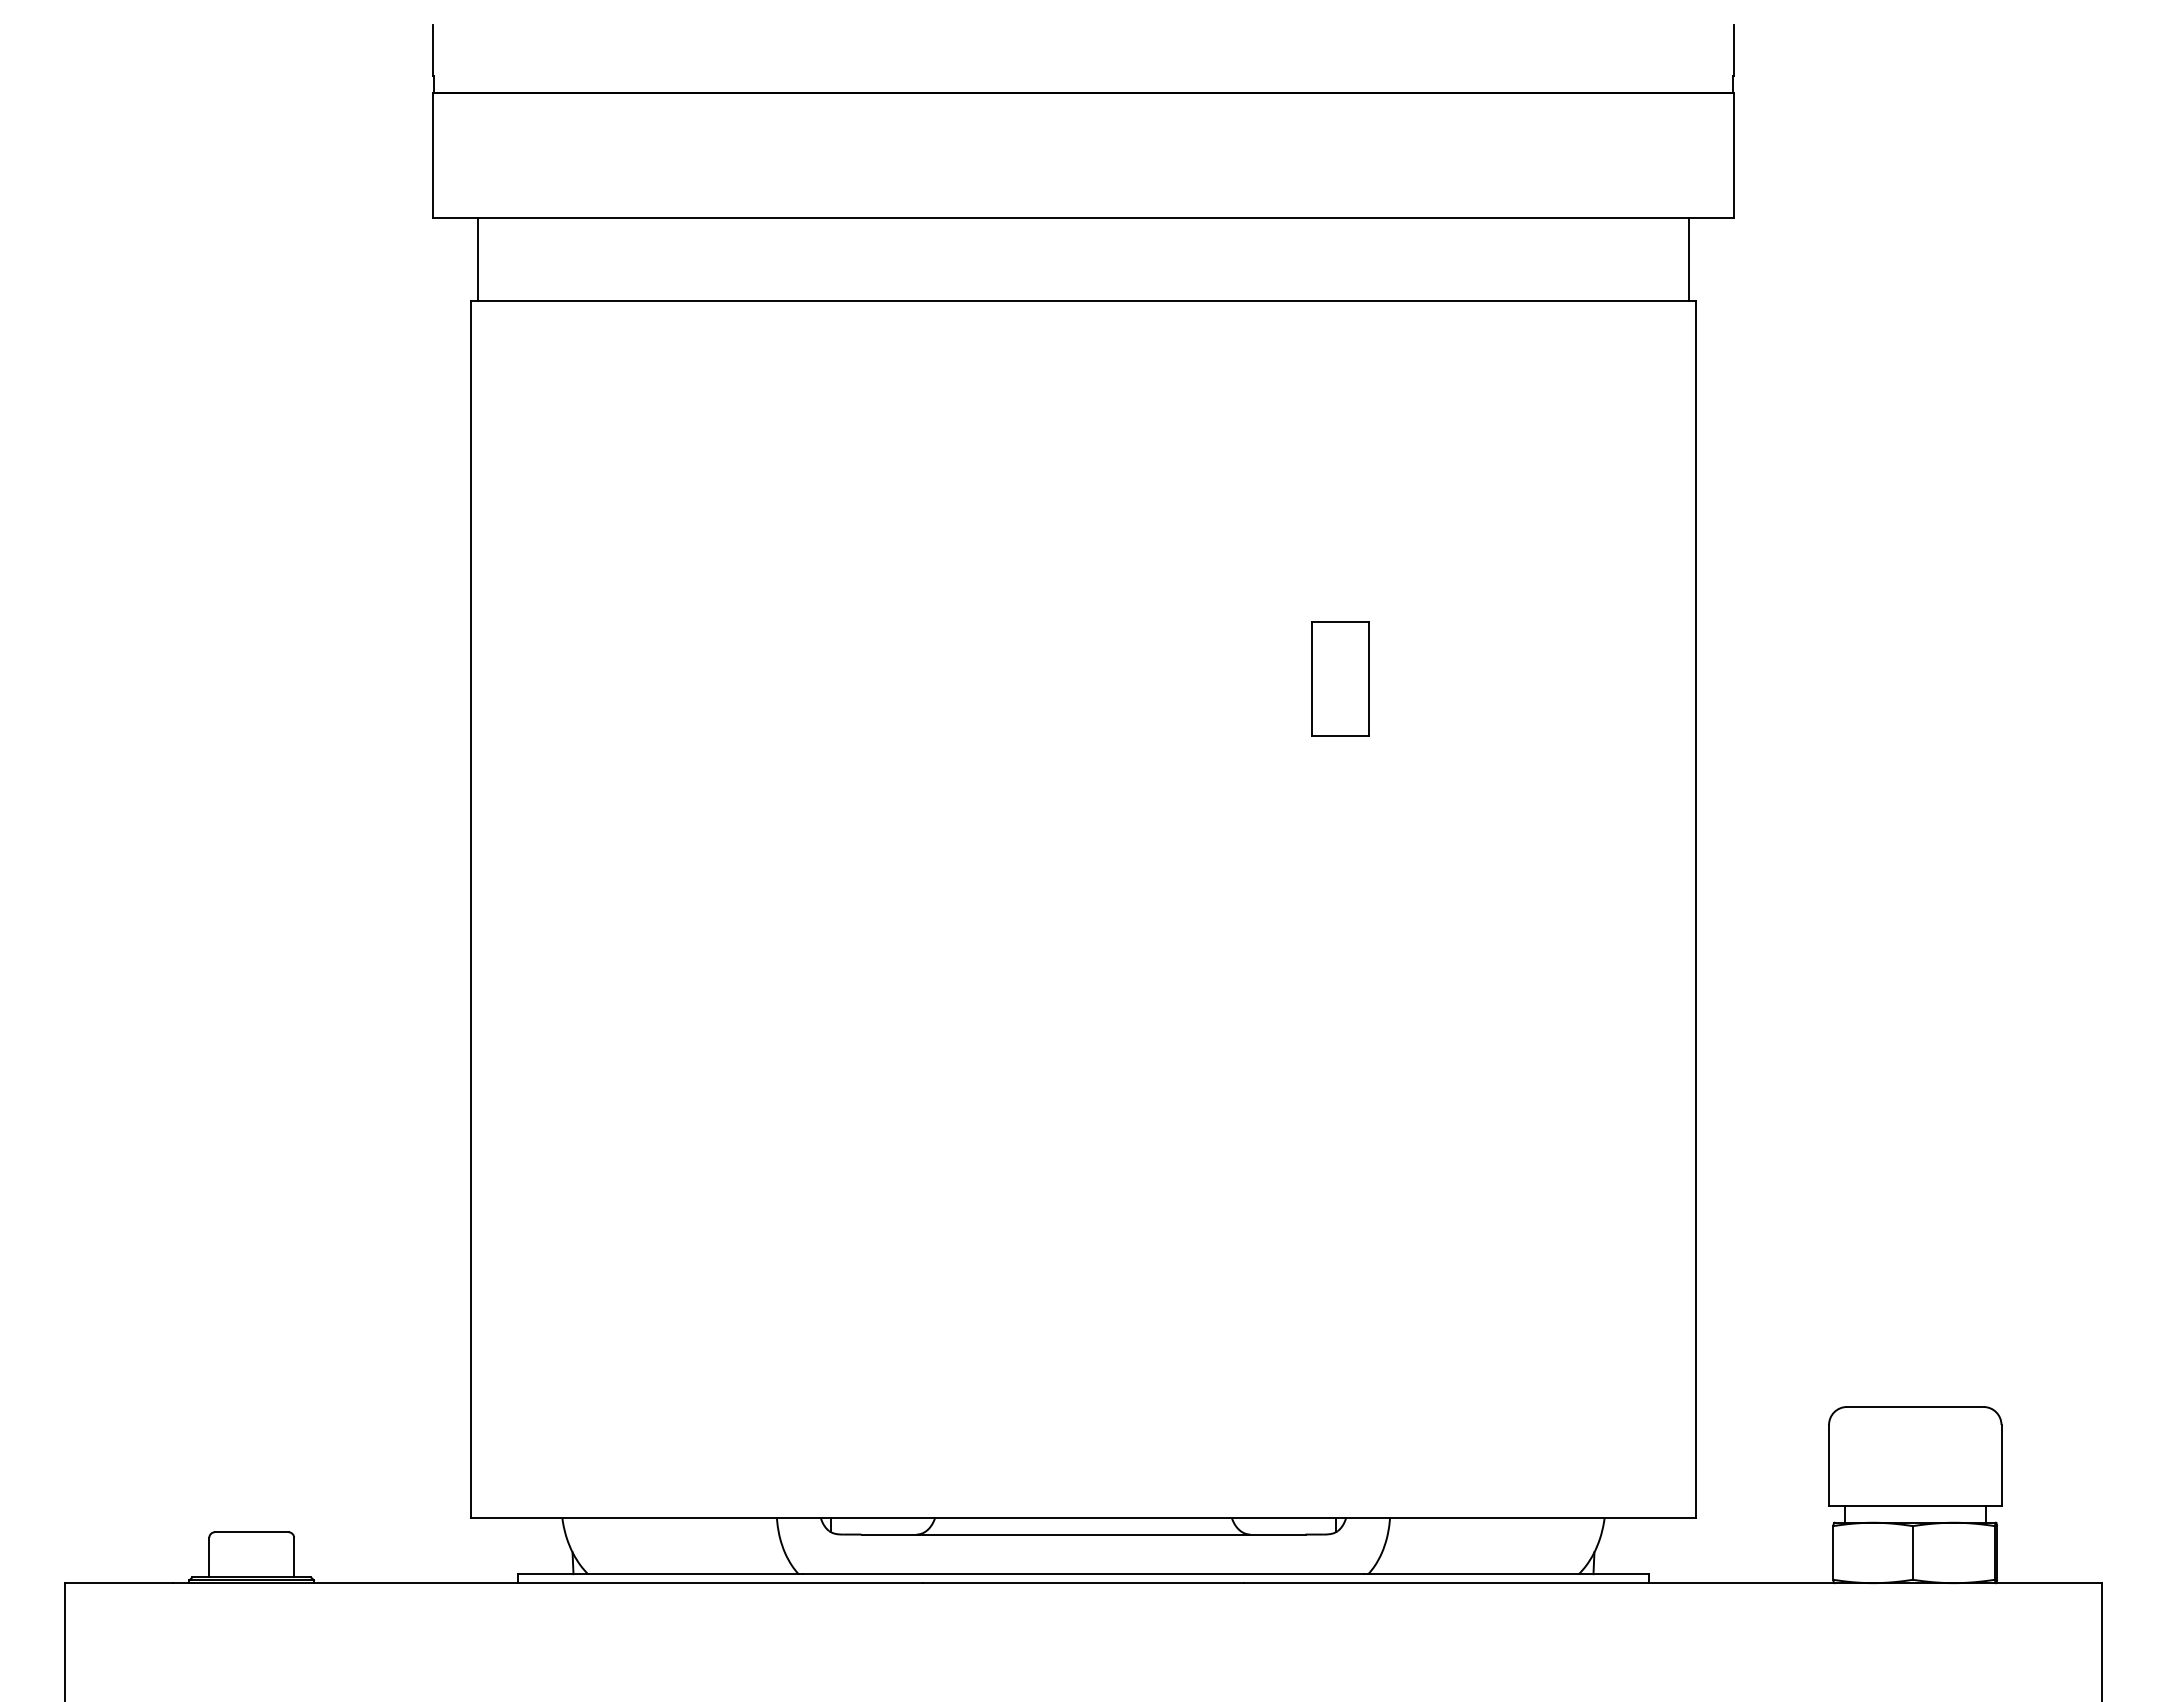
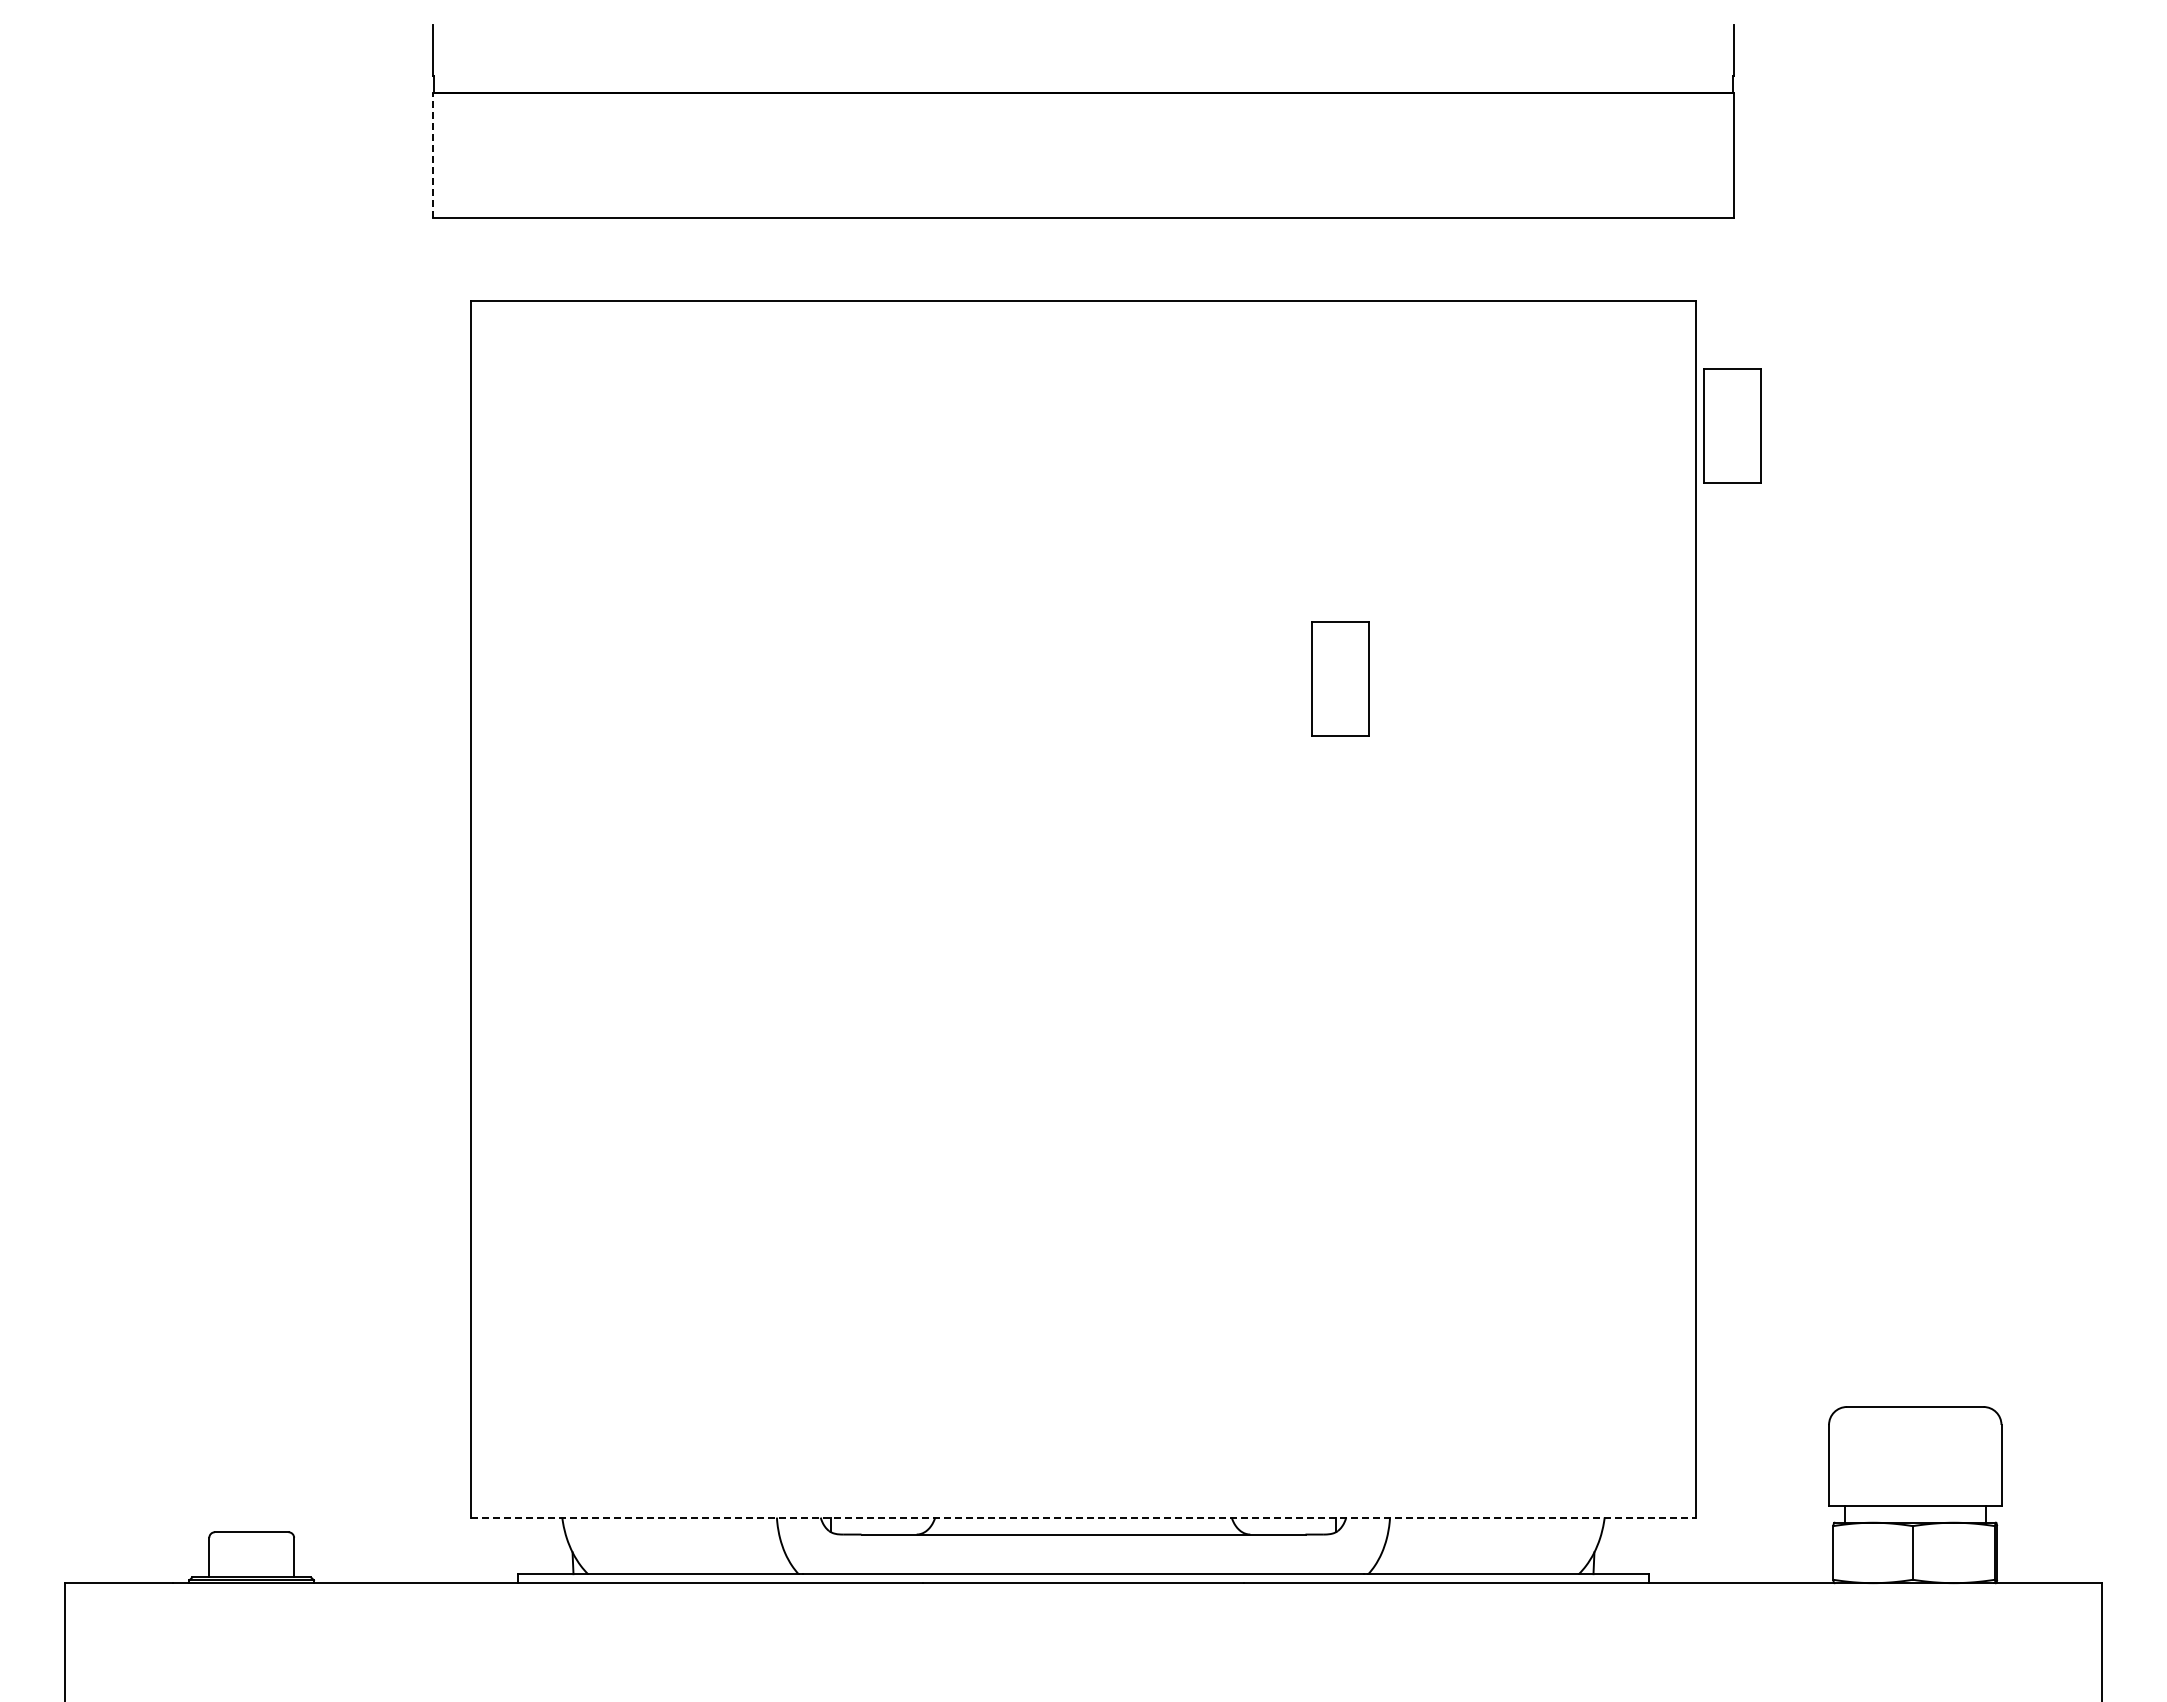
line at (432, 155): solid -> dashed
line at (478, 259): present -> none
line at (1688, 259): present -> none
part at (1732, 425): none -> present
line at (1083, 1517): solid -> dashed
